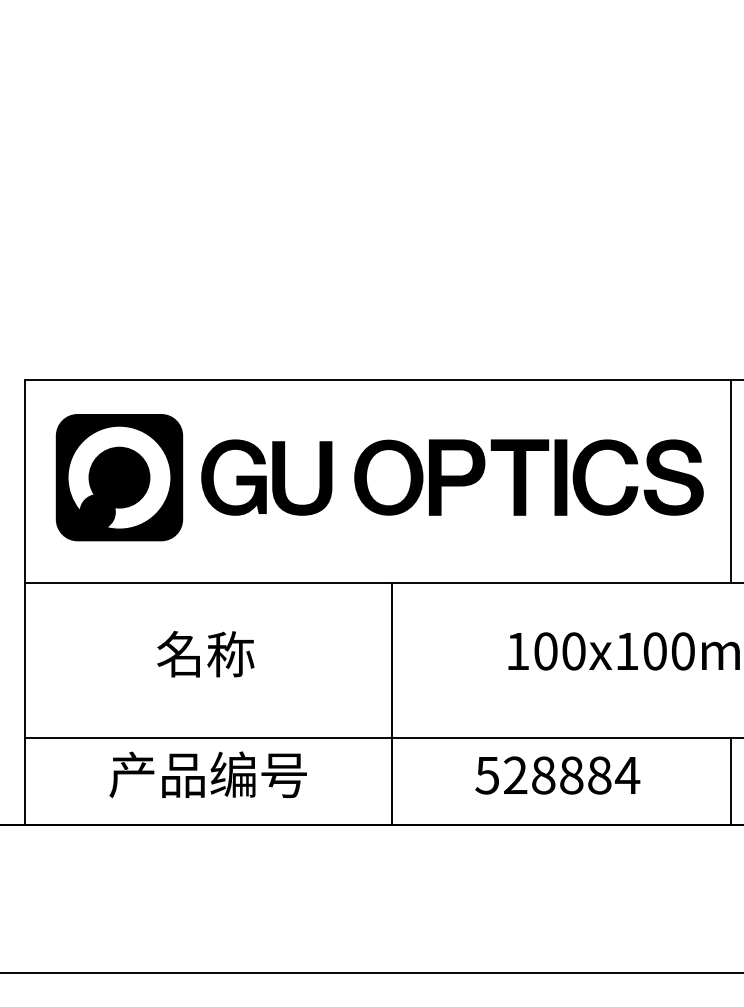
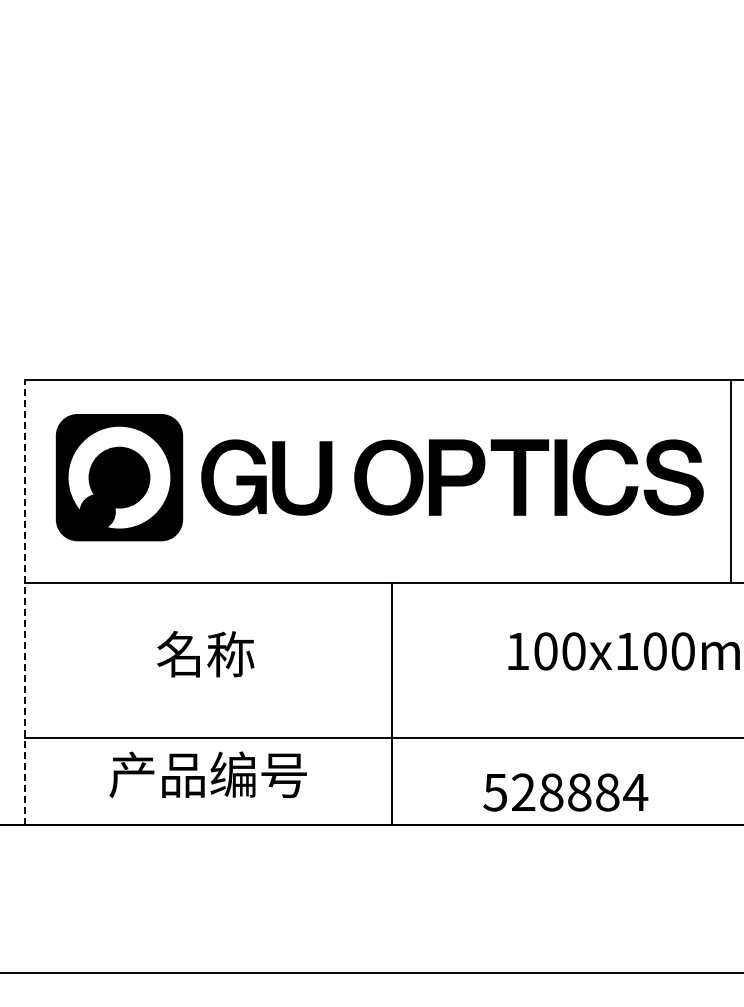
line at (25, 602): solid -> dashed
text at (557, 775) position: (557, 775) -> (565, 792)
line at (730, 781): present -> none
